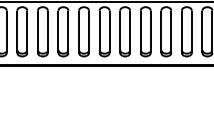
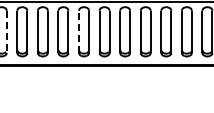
line at (79, 31): solid -> dashed
line at (6, 32): solid -> dashed
